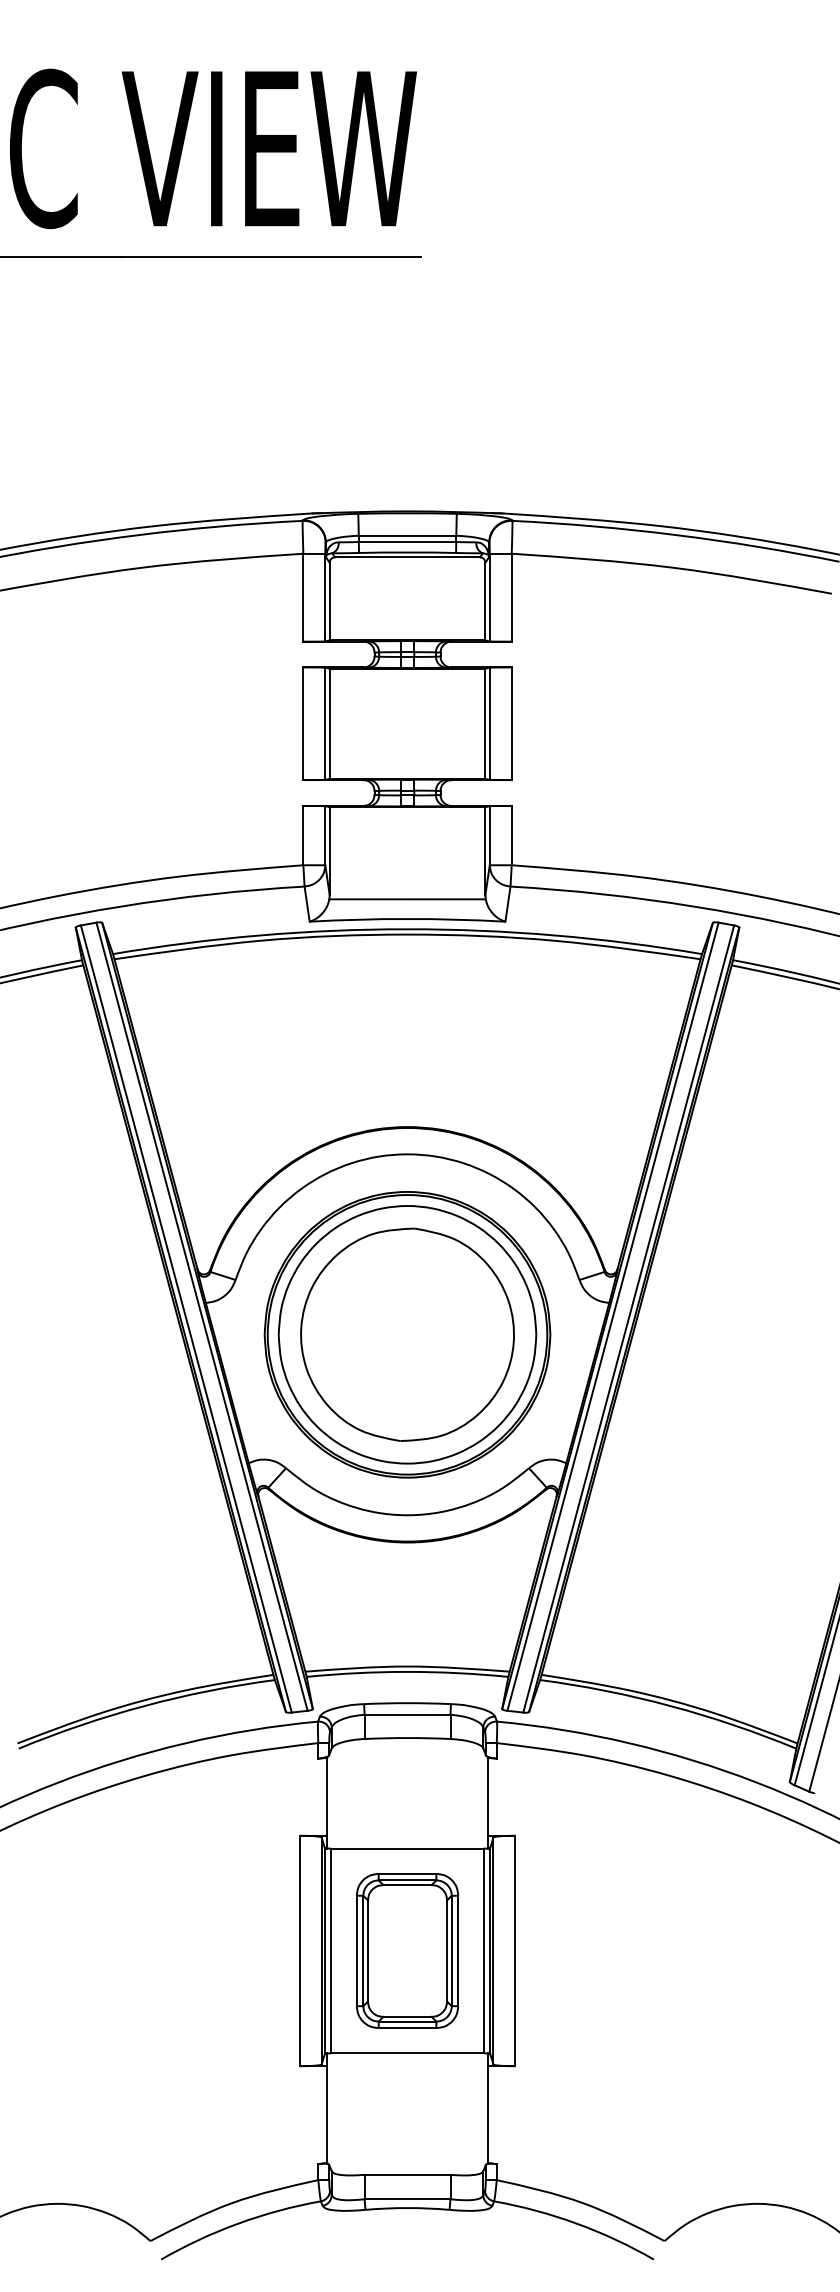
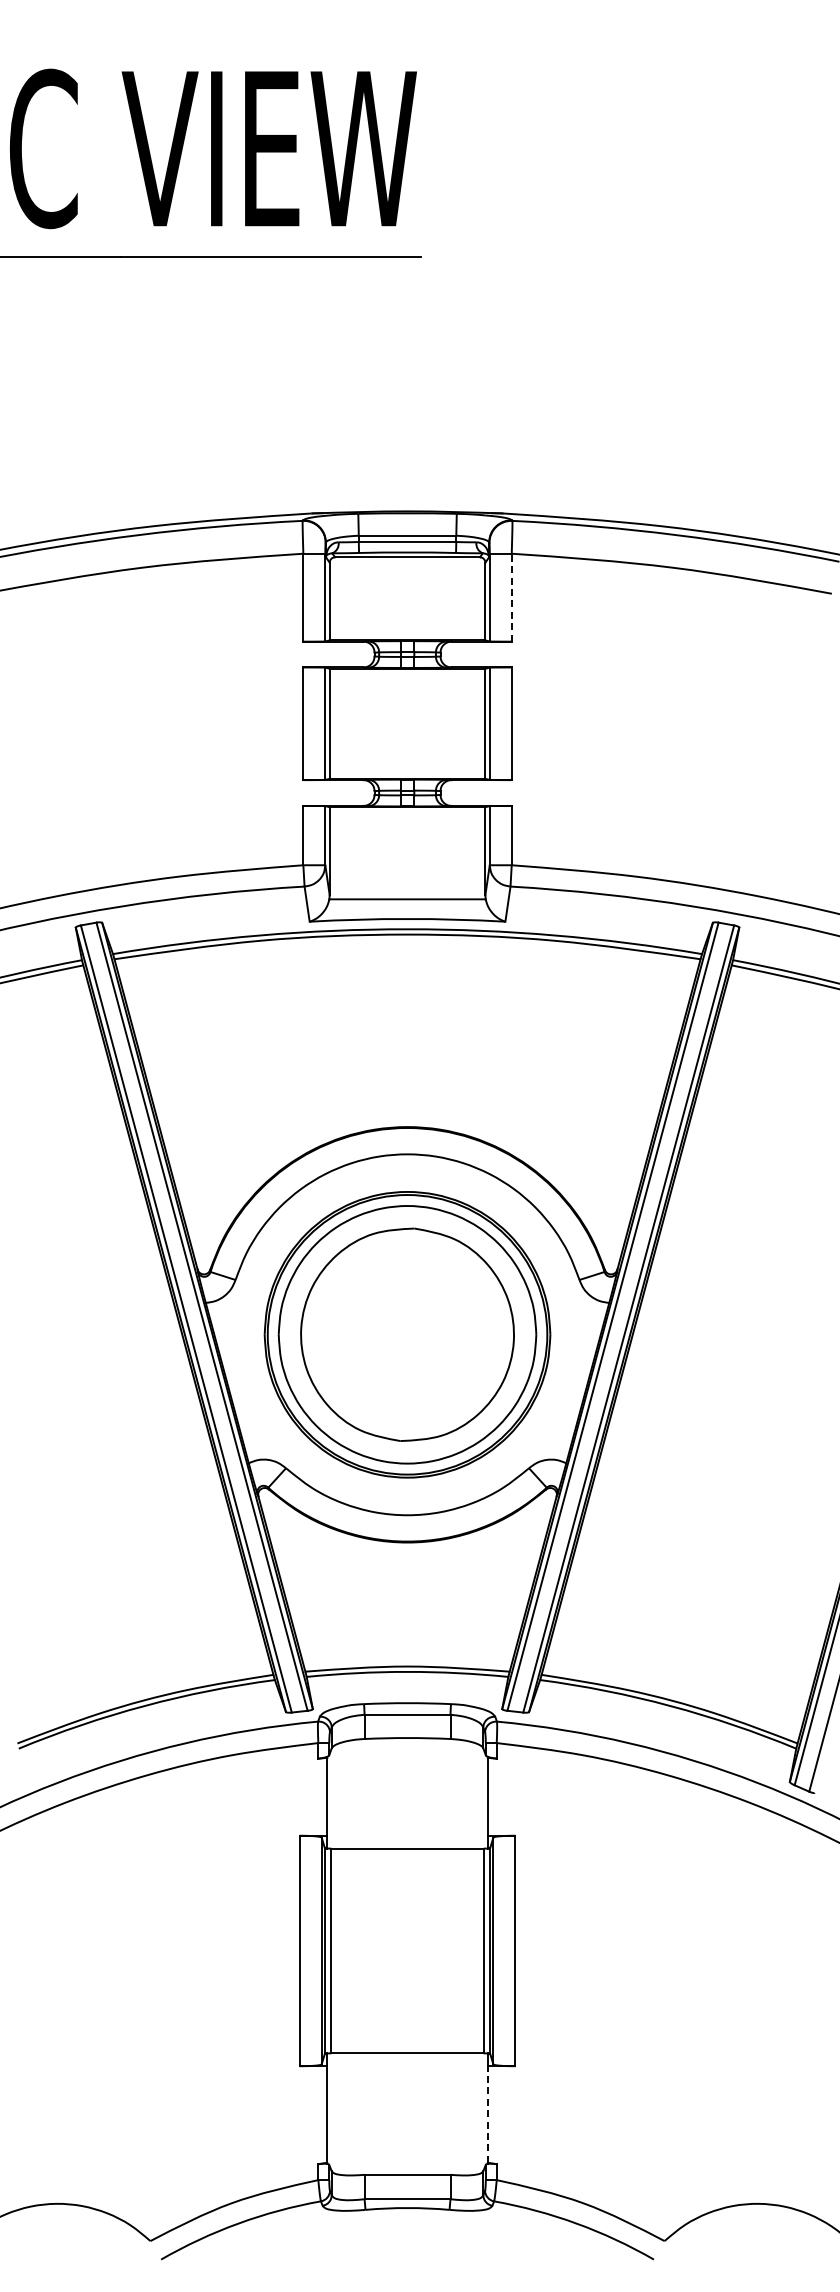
line at (511, 597): solid -> dashed
part at (407, 1950): present -> none
line at (487, 2114): solid -> dashed
